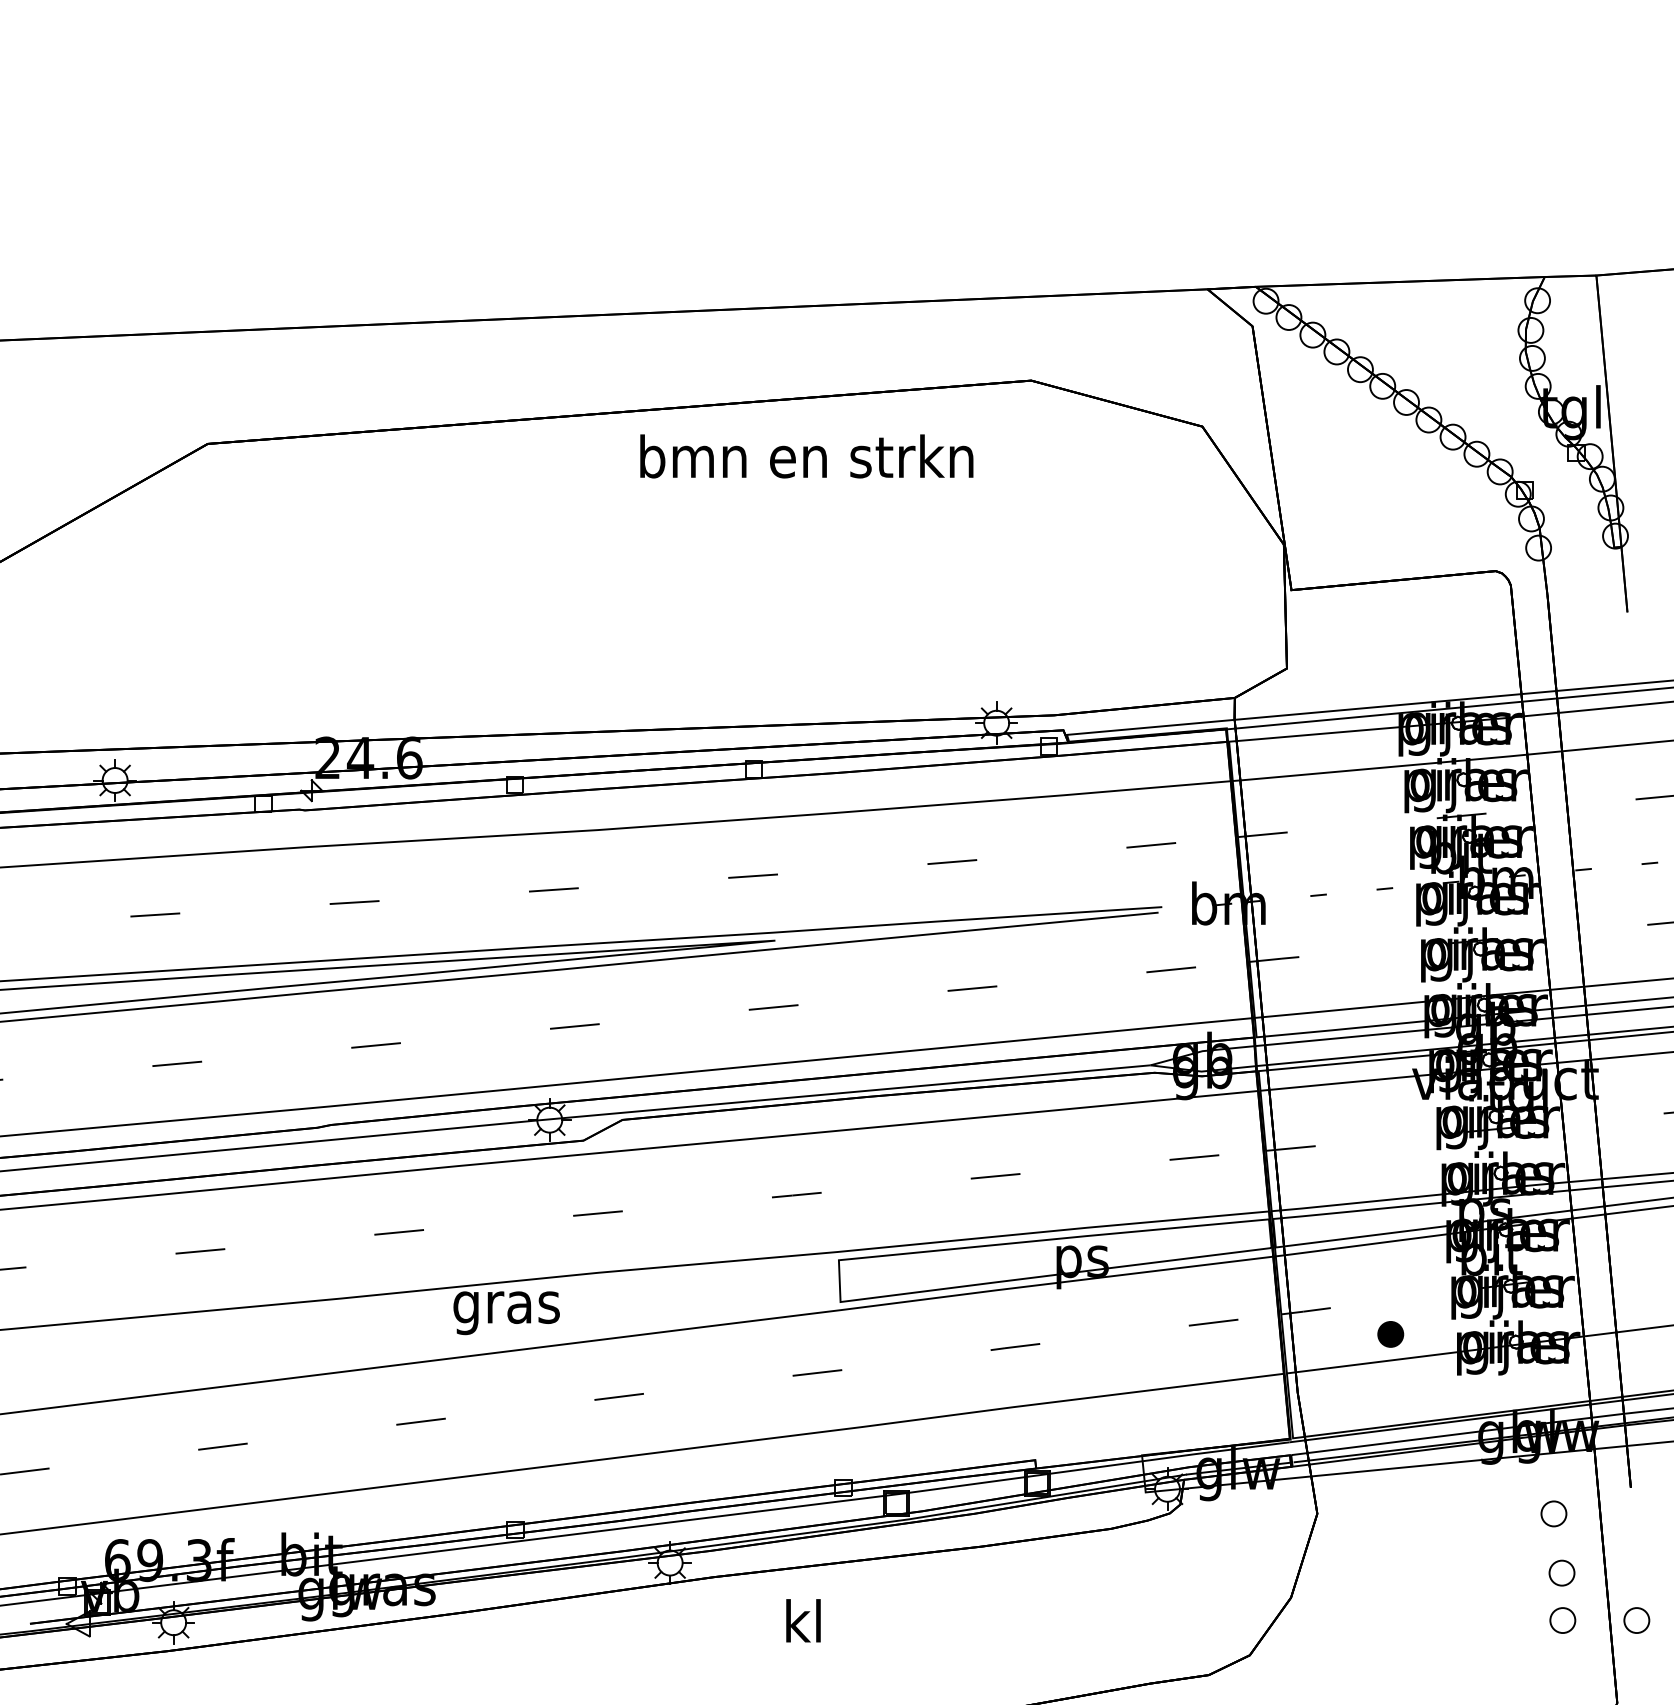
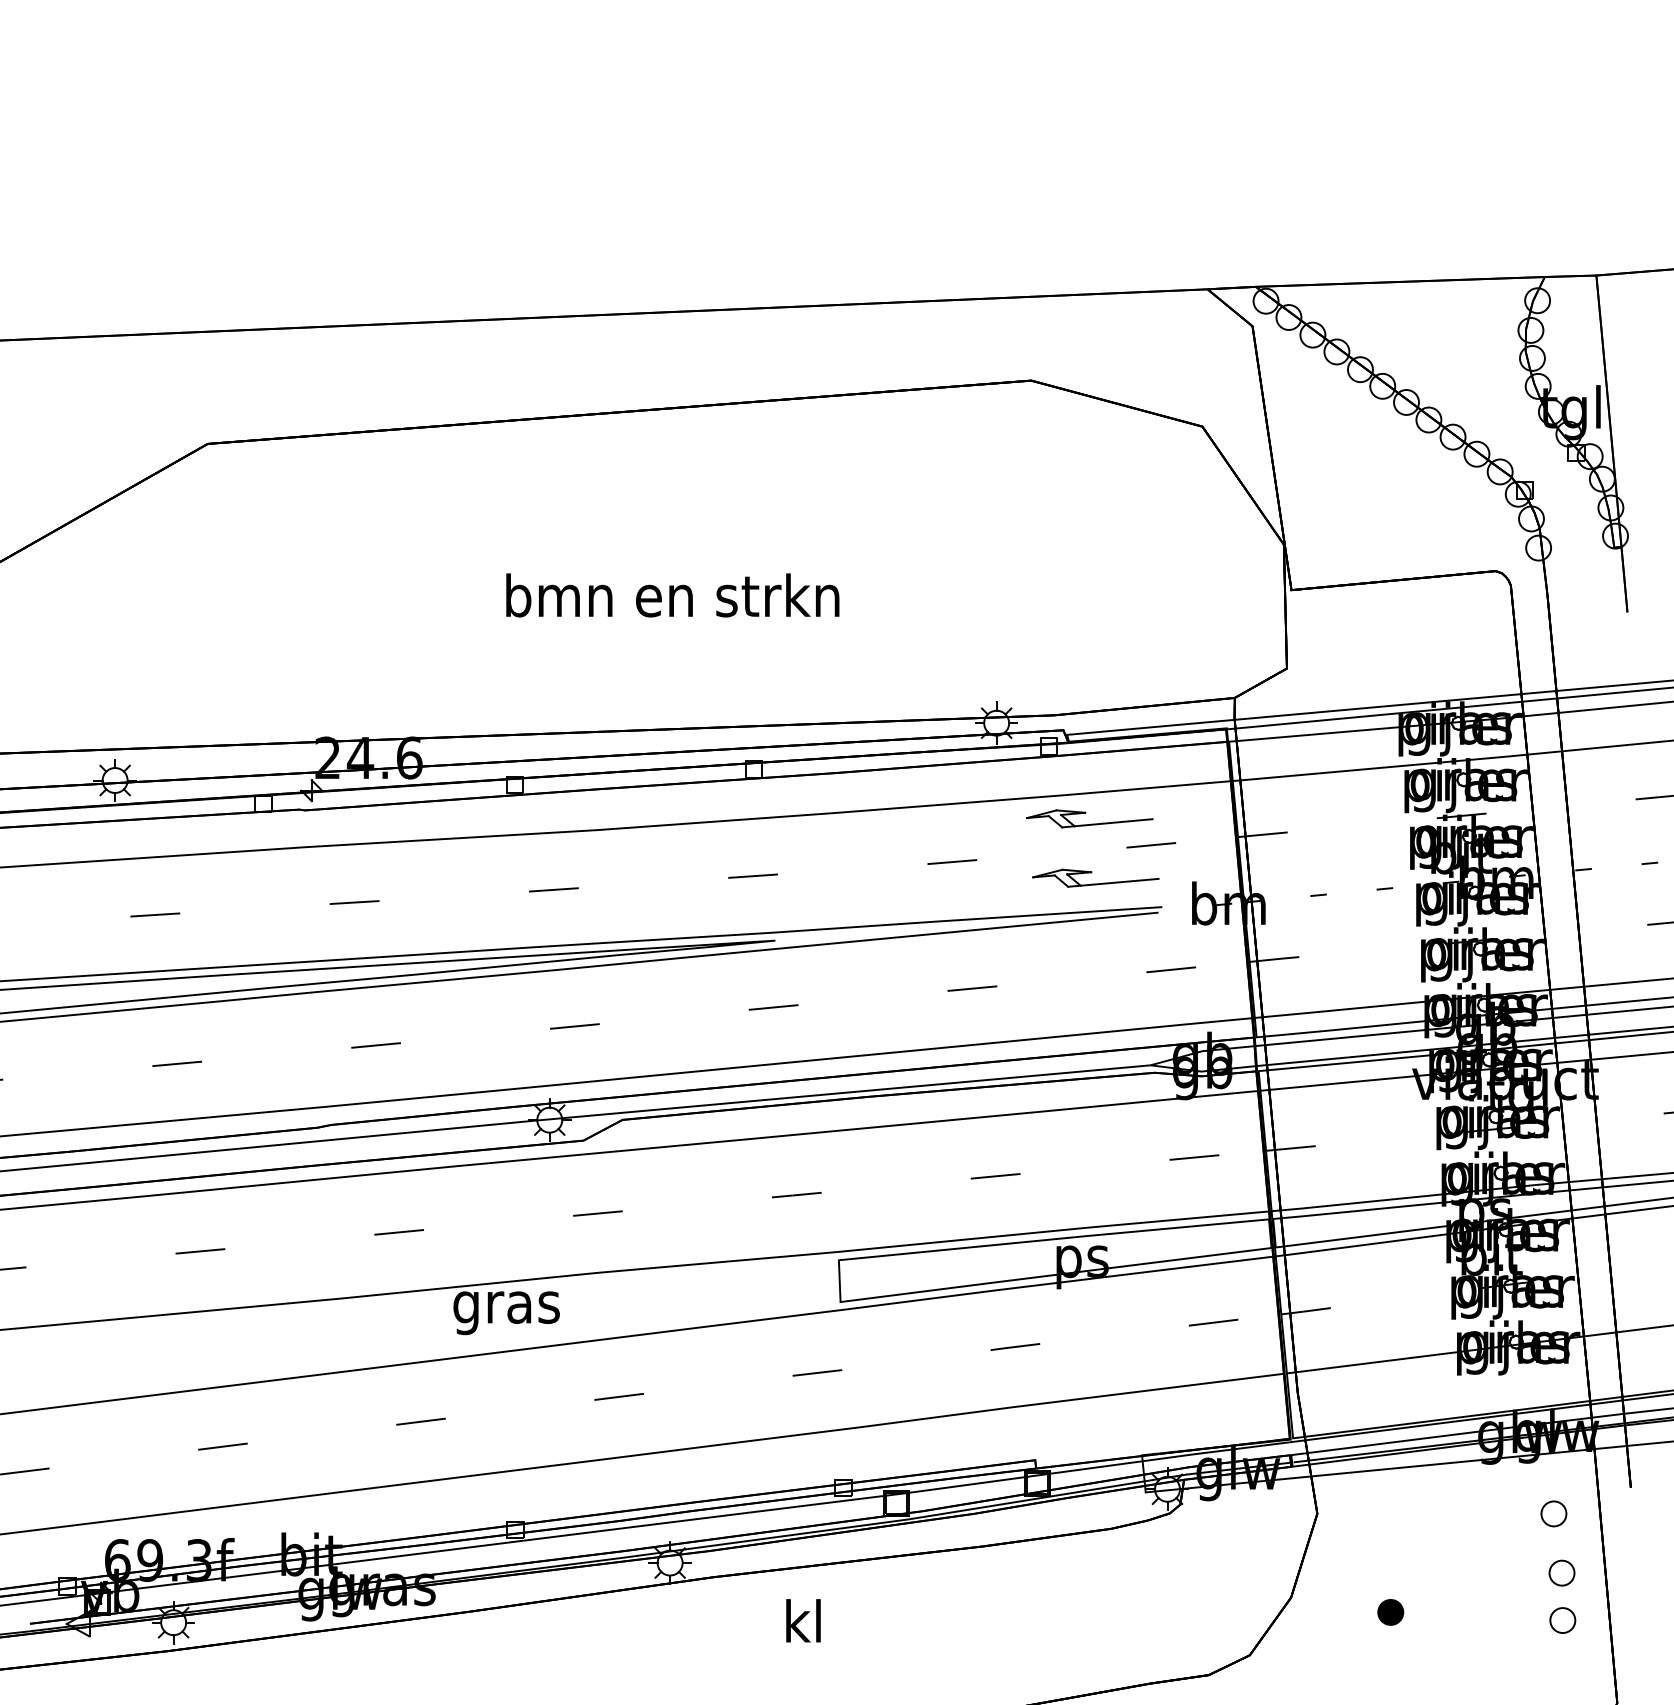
text at (806, 456) position: (806, 456) -> (672, 595)
part at (1089, 818): none -> present
part at (1095, 877): none -> present
part at (1390, 1334) position: (1390, 1334) -> (1390, 1612)
part at (1636, 1620): present -> none
